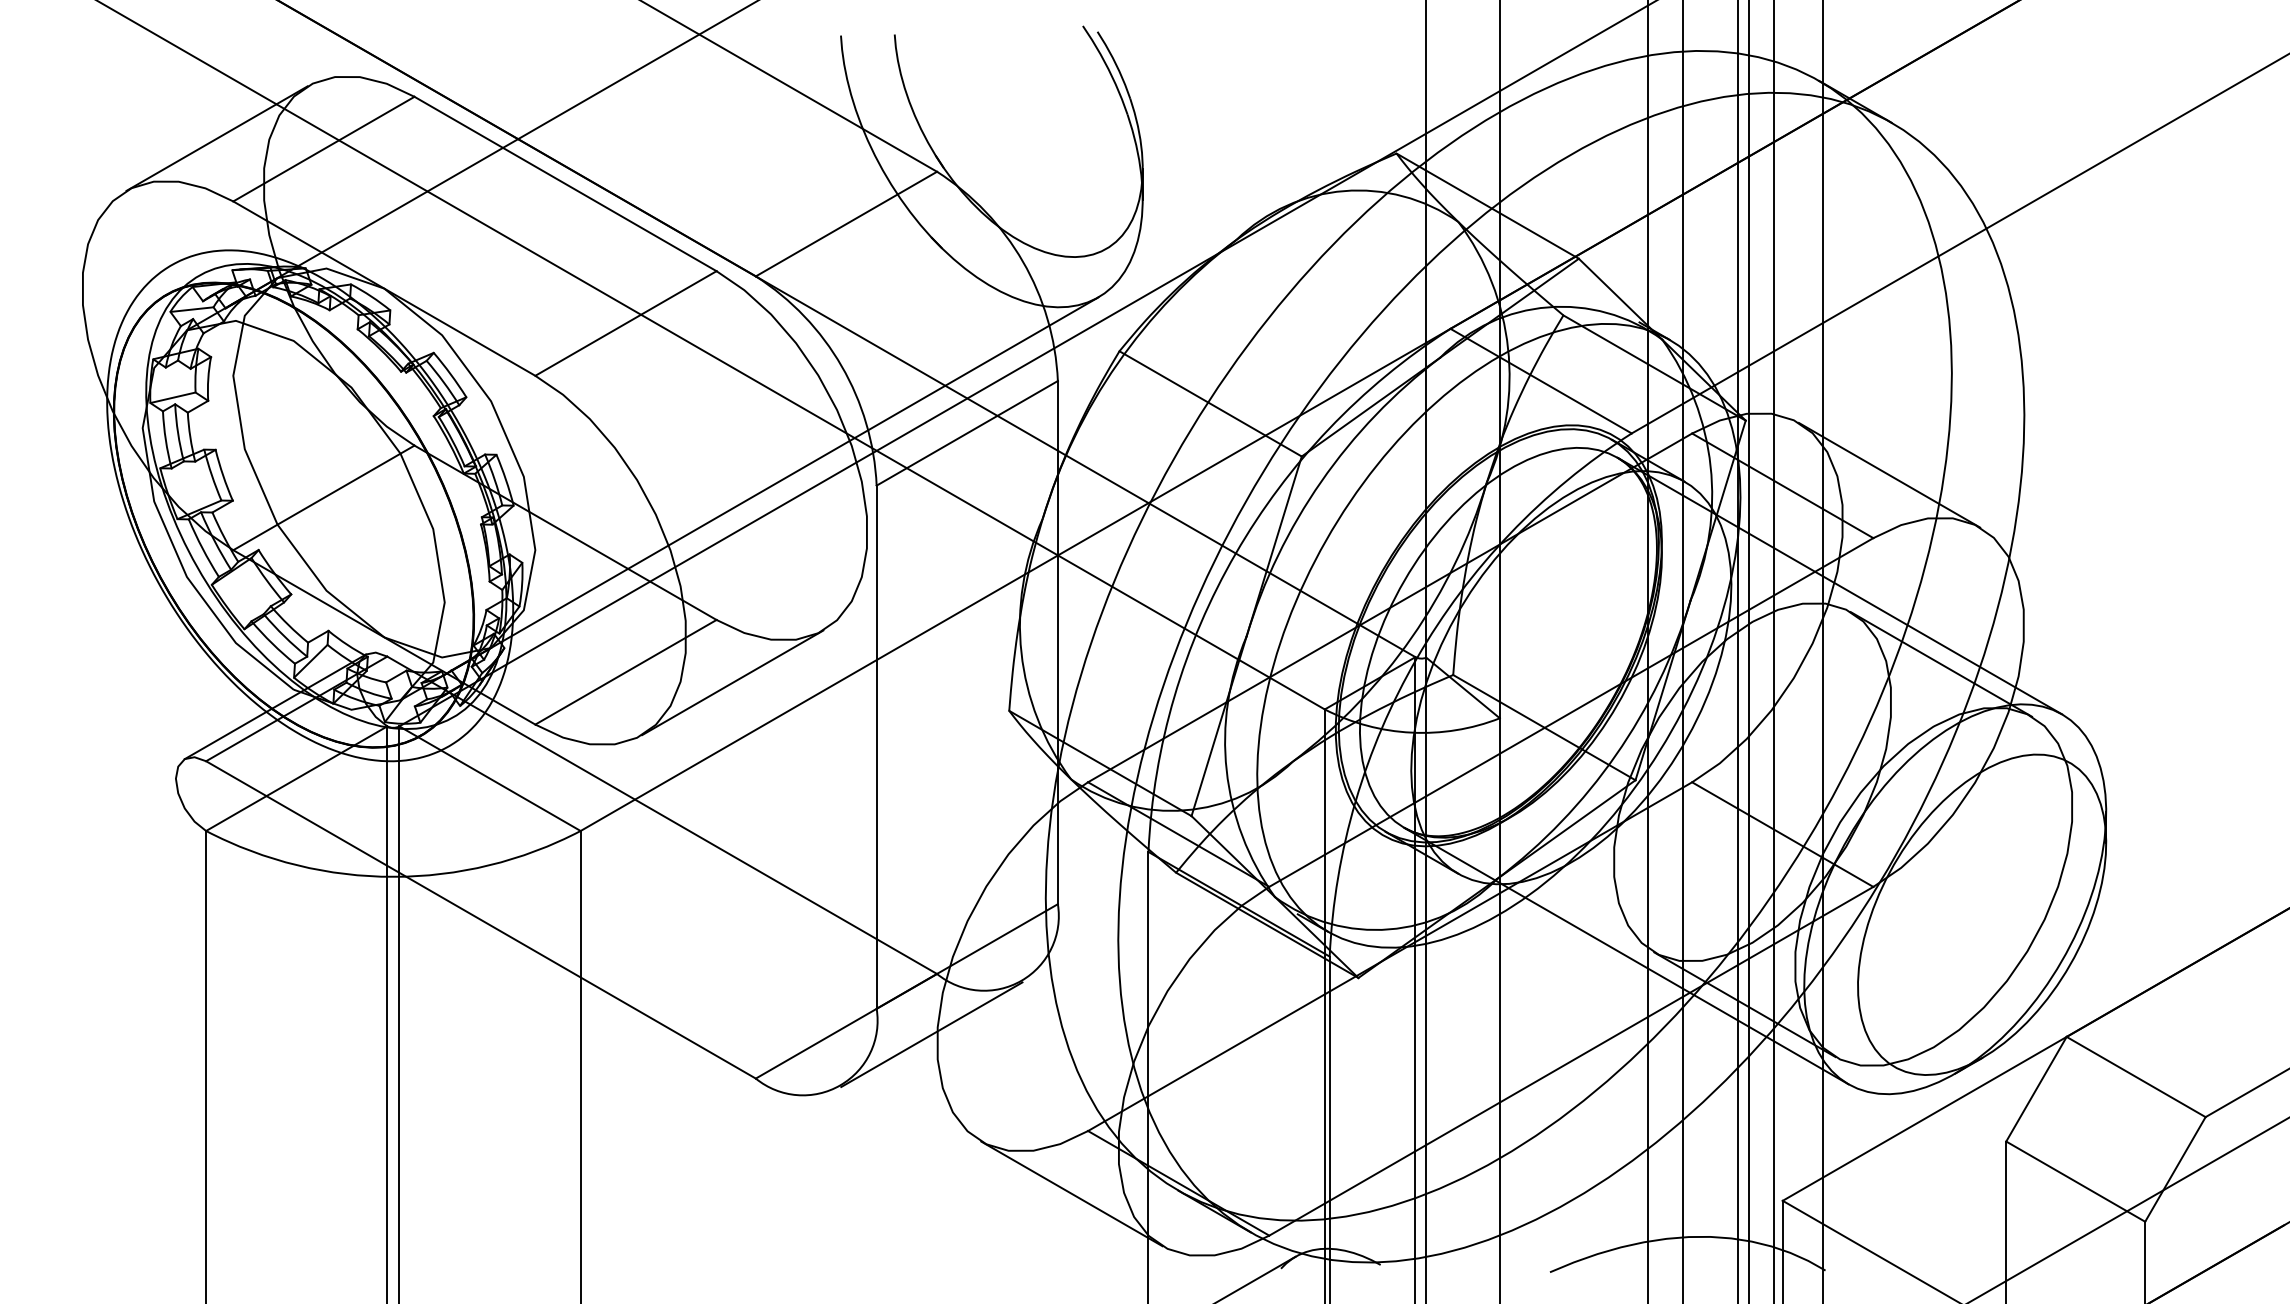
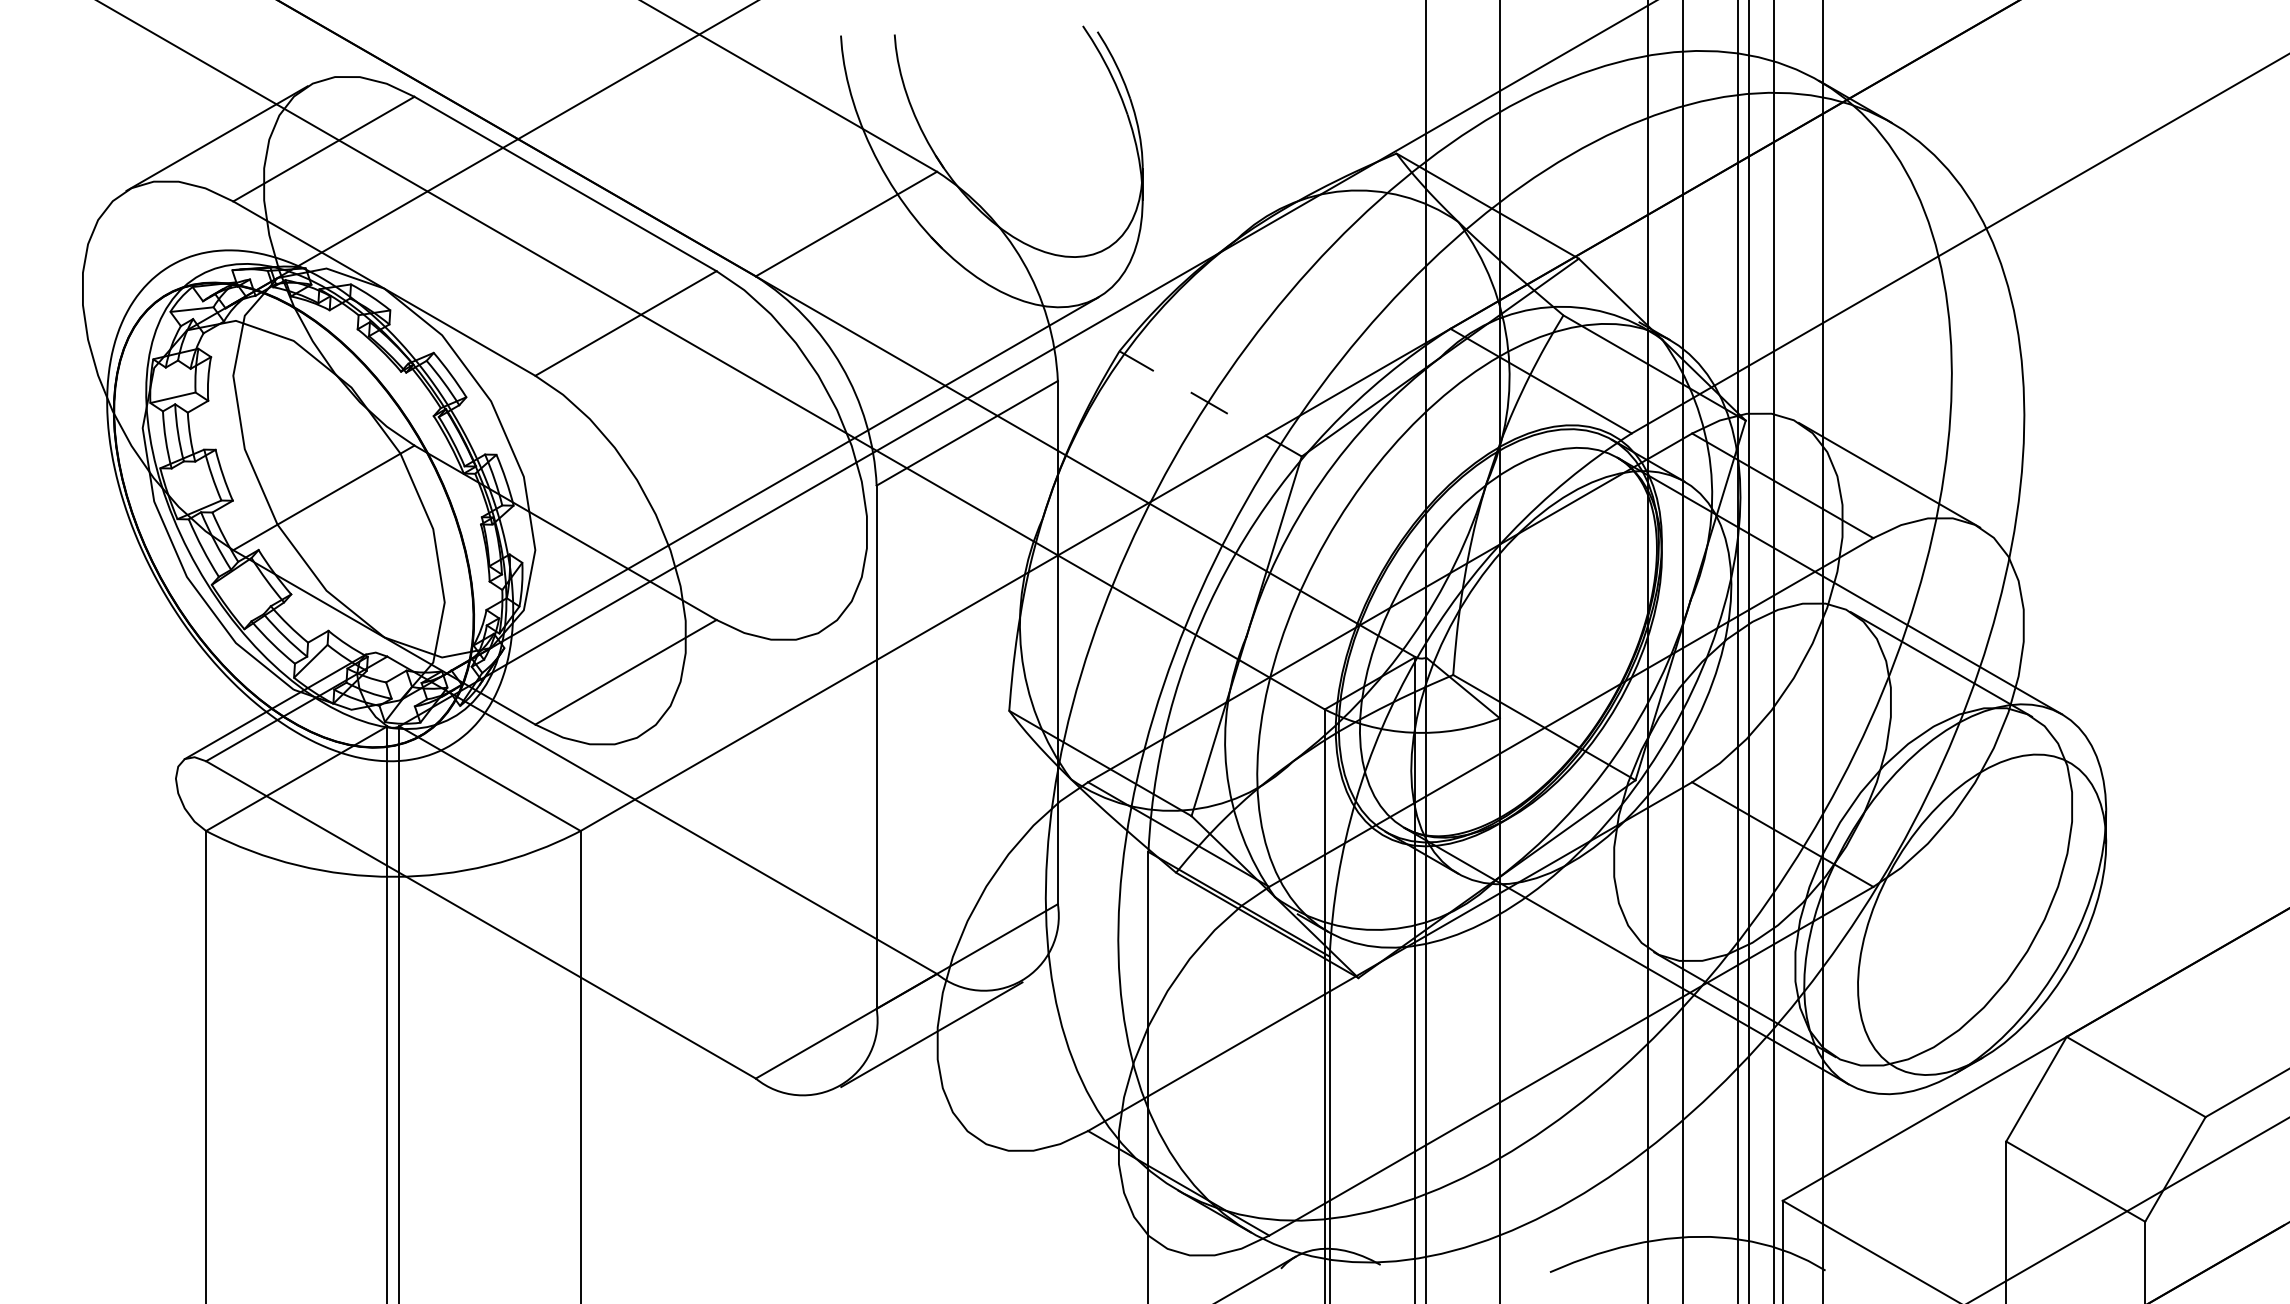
line at (1210, 403): solid -> dashed
line at (732, 682): present -> none
line at (1071, 1193): present -> none
